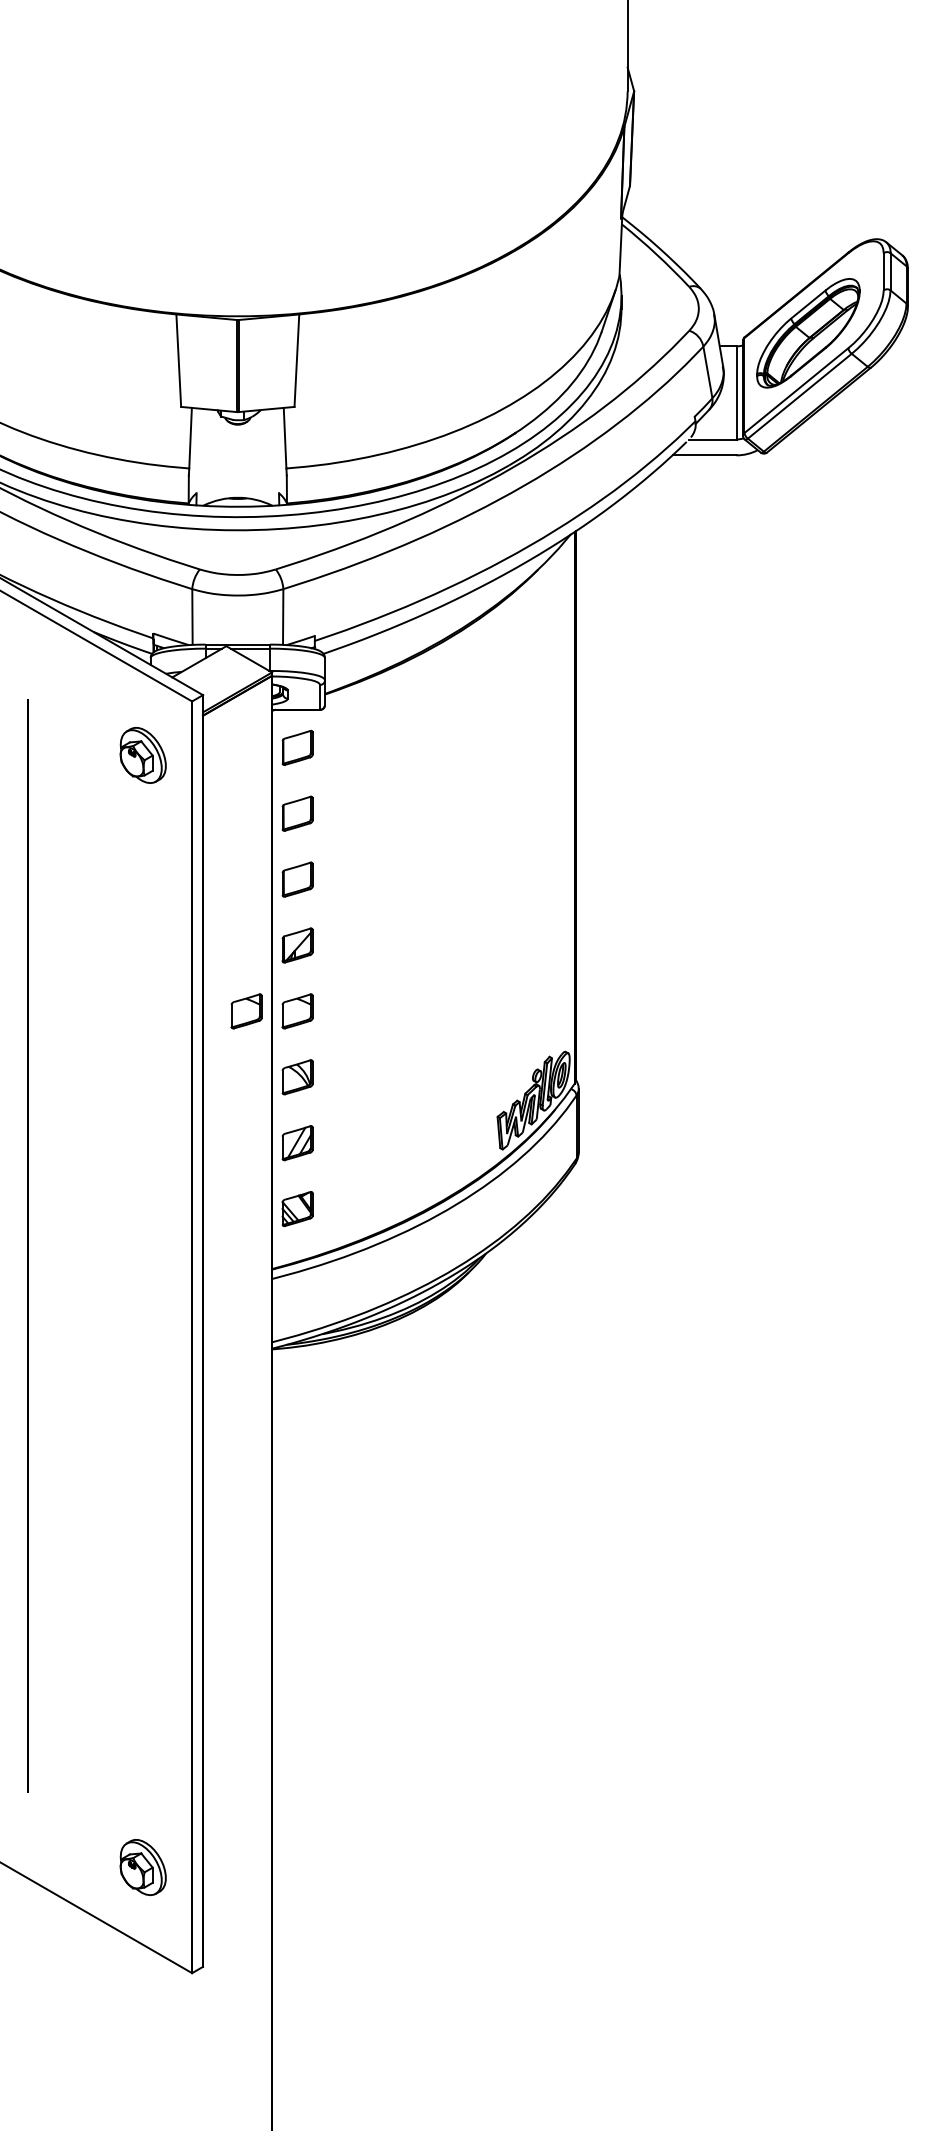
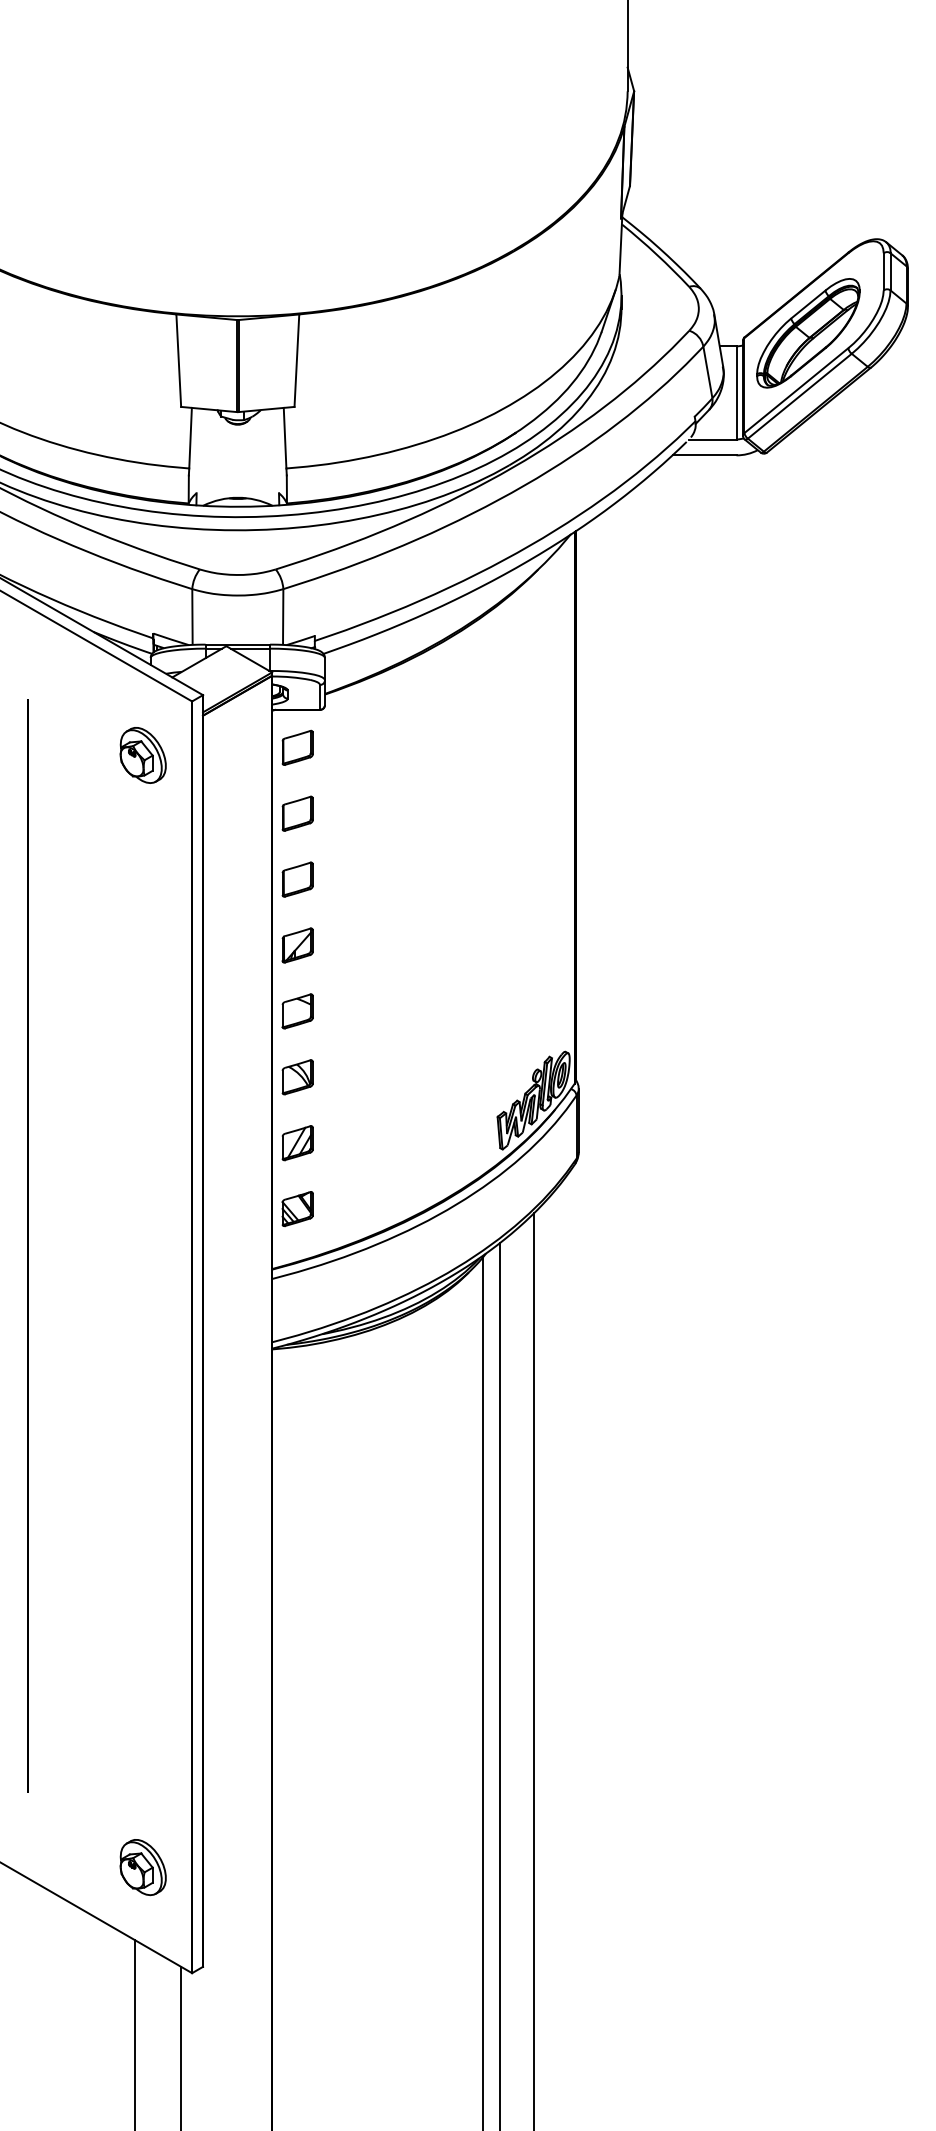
part at (246, 1011): present -> none
line at (534, 1669): none -> present
line at (499, 1685): none -> present
line at (483, 1692): none -> present
line at (135, 2033): none -> present
line at (180, 2046): none -> present
